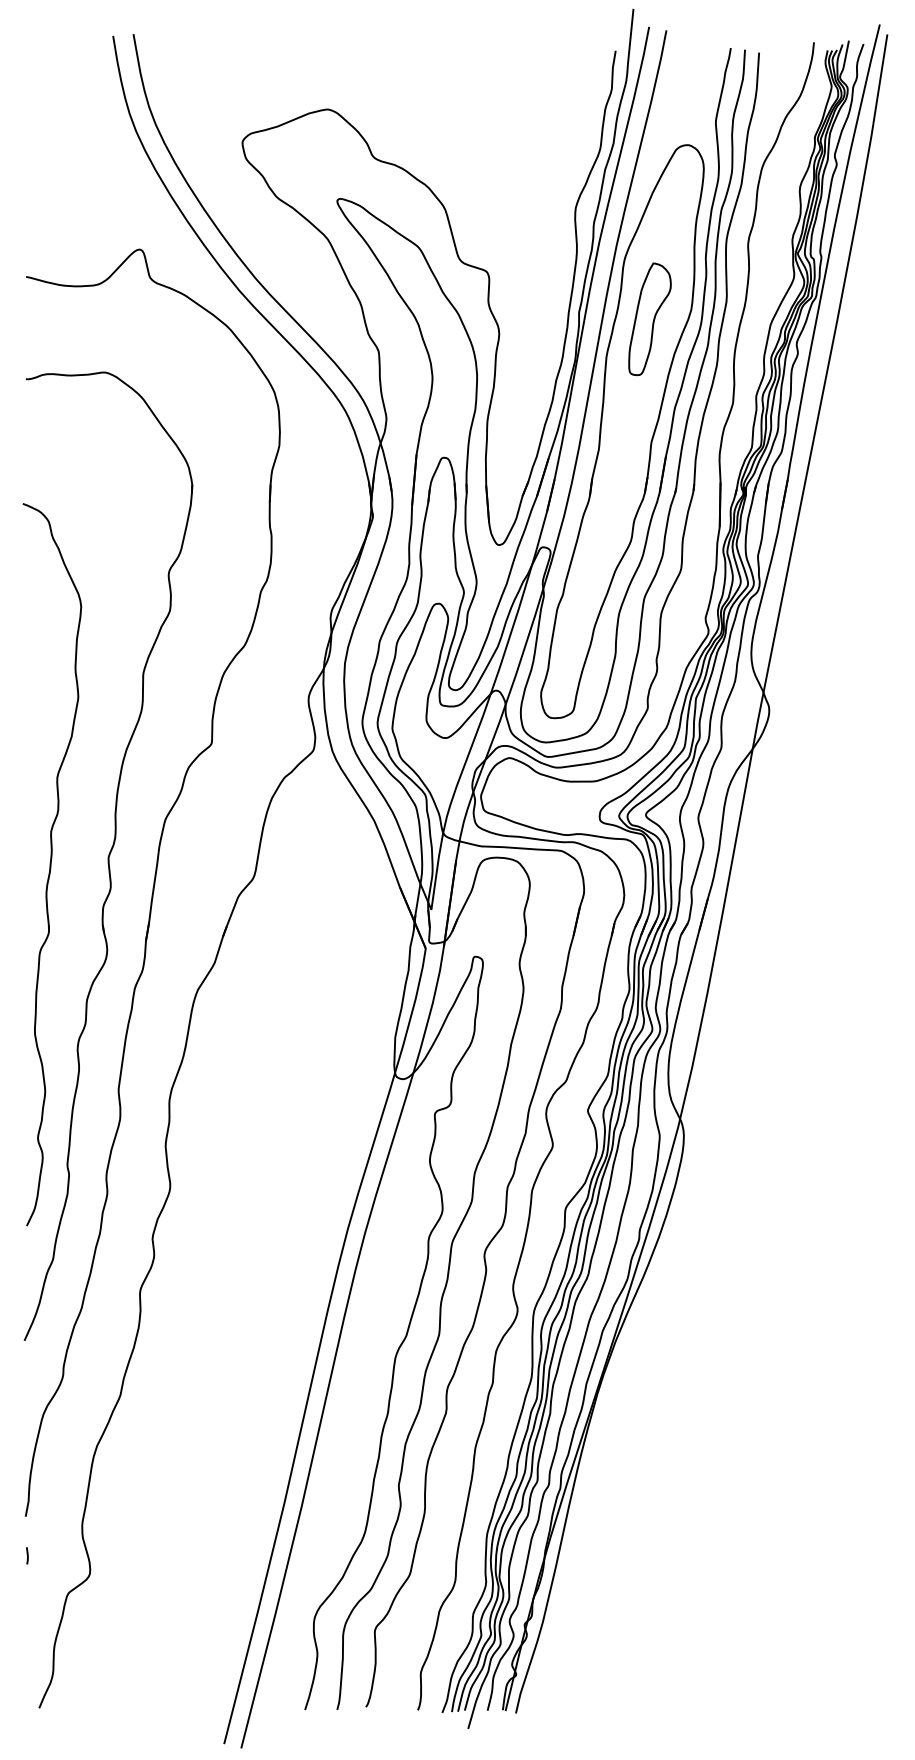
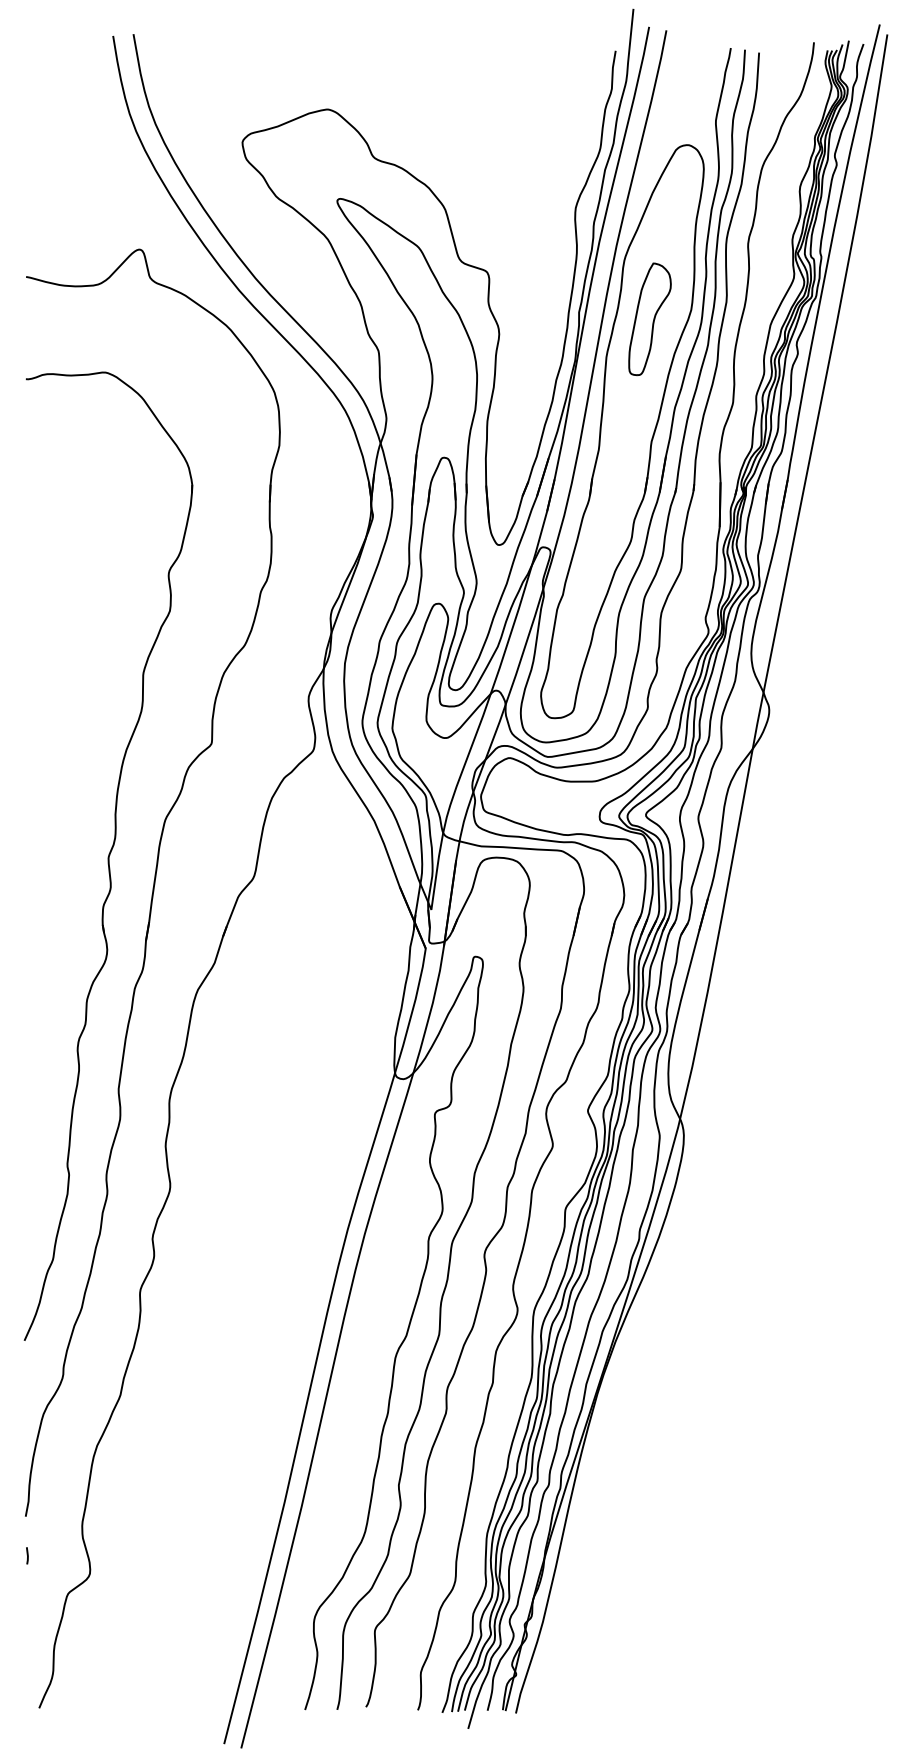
part at (52, 864): present -> none
